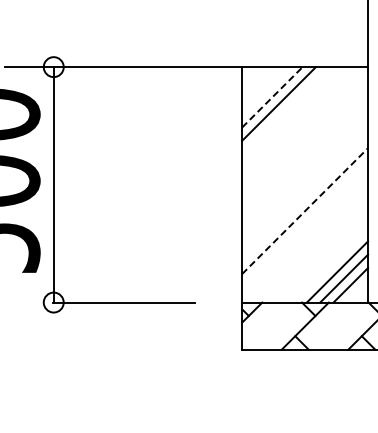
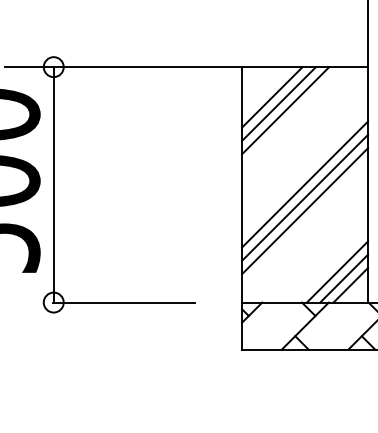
line at (272, 97): dashed -> solid
line at (285, 110): none -> present
line at (305, 184): none -> present
line at (305, 197): none -> present
line at (305, 210): dashed -> solid
